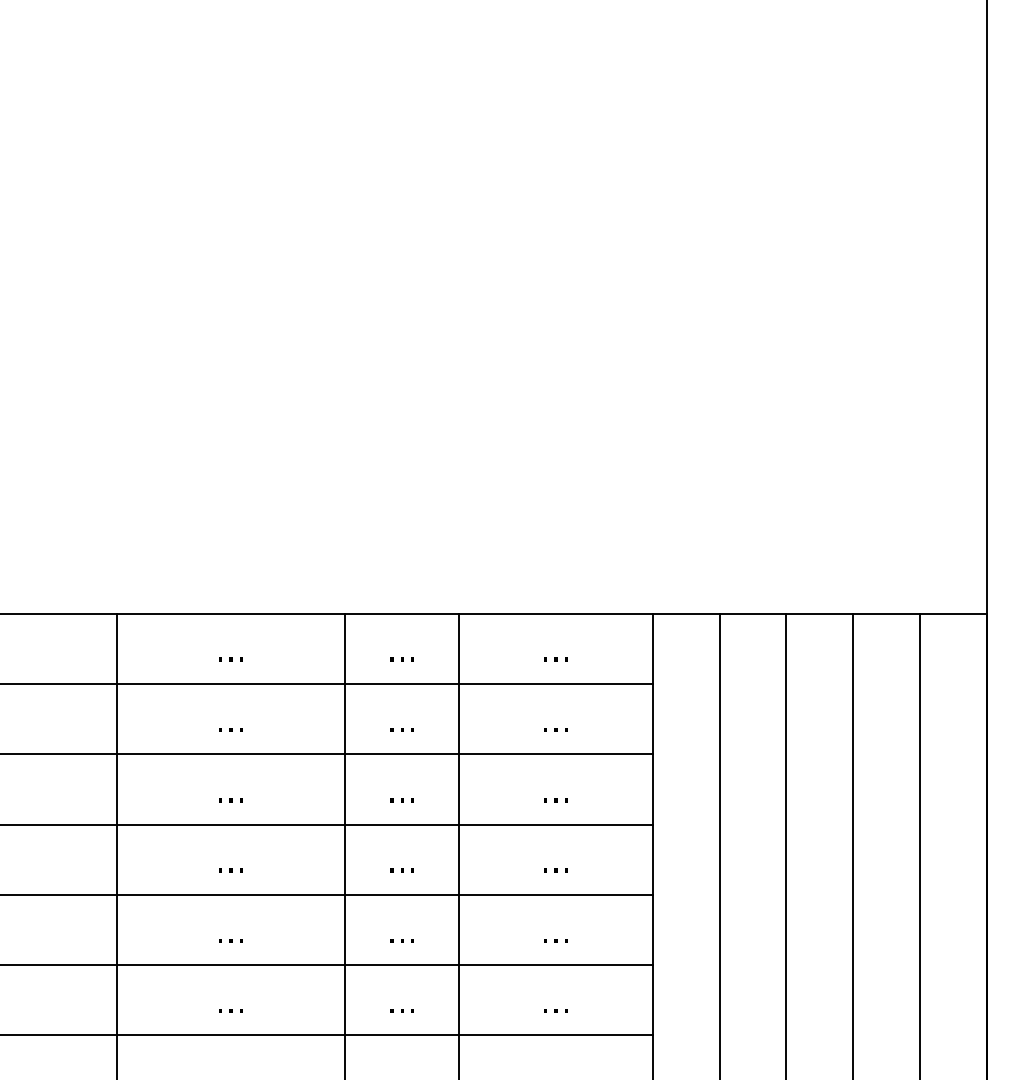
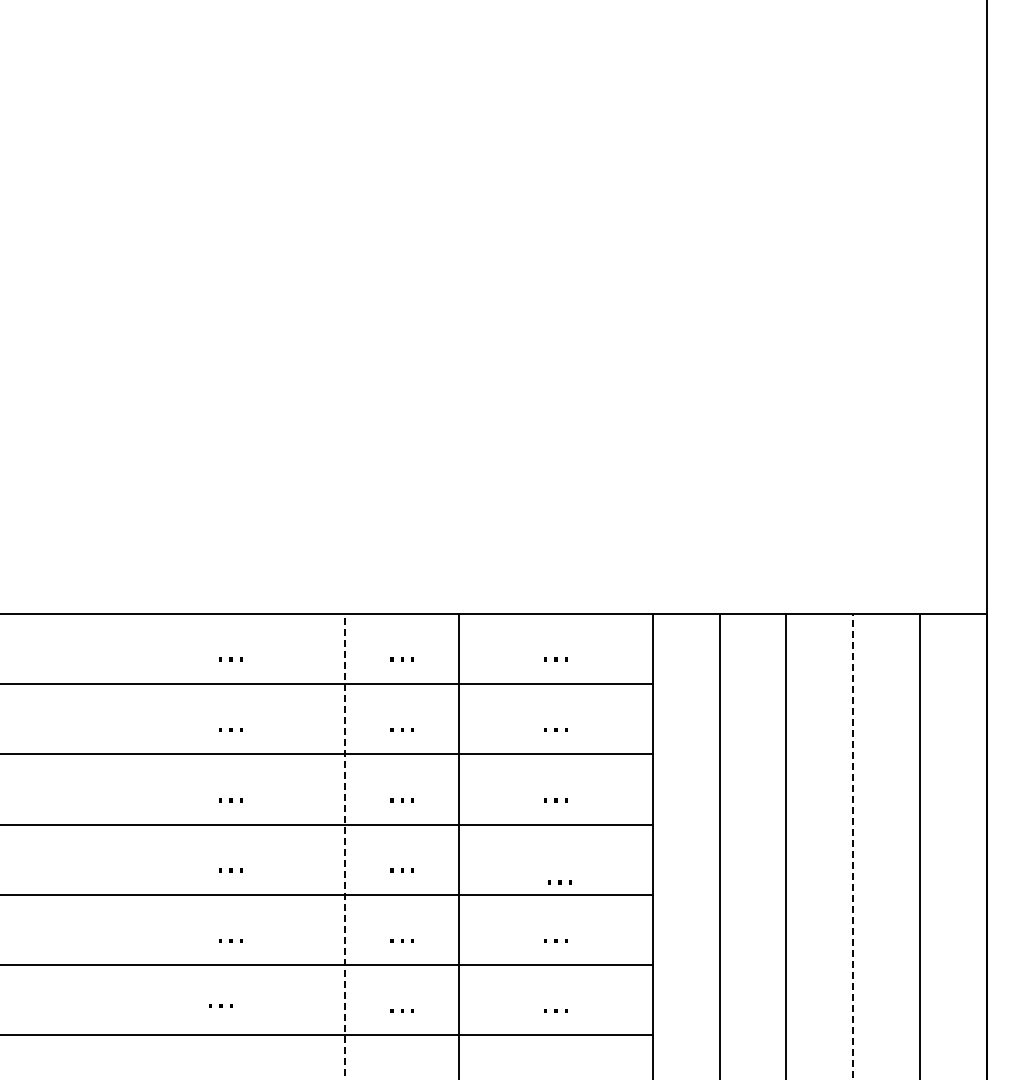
line at (116, 844): present -> none
line at (345, 846): solid -> dashed
line at (853, 846): solid -> dashed
text at (555, 870) position: (555, 870) -> (559, 882)
text at (230, 1010) position: (230, 1010) -> (220, 1005)
